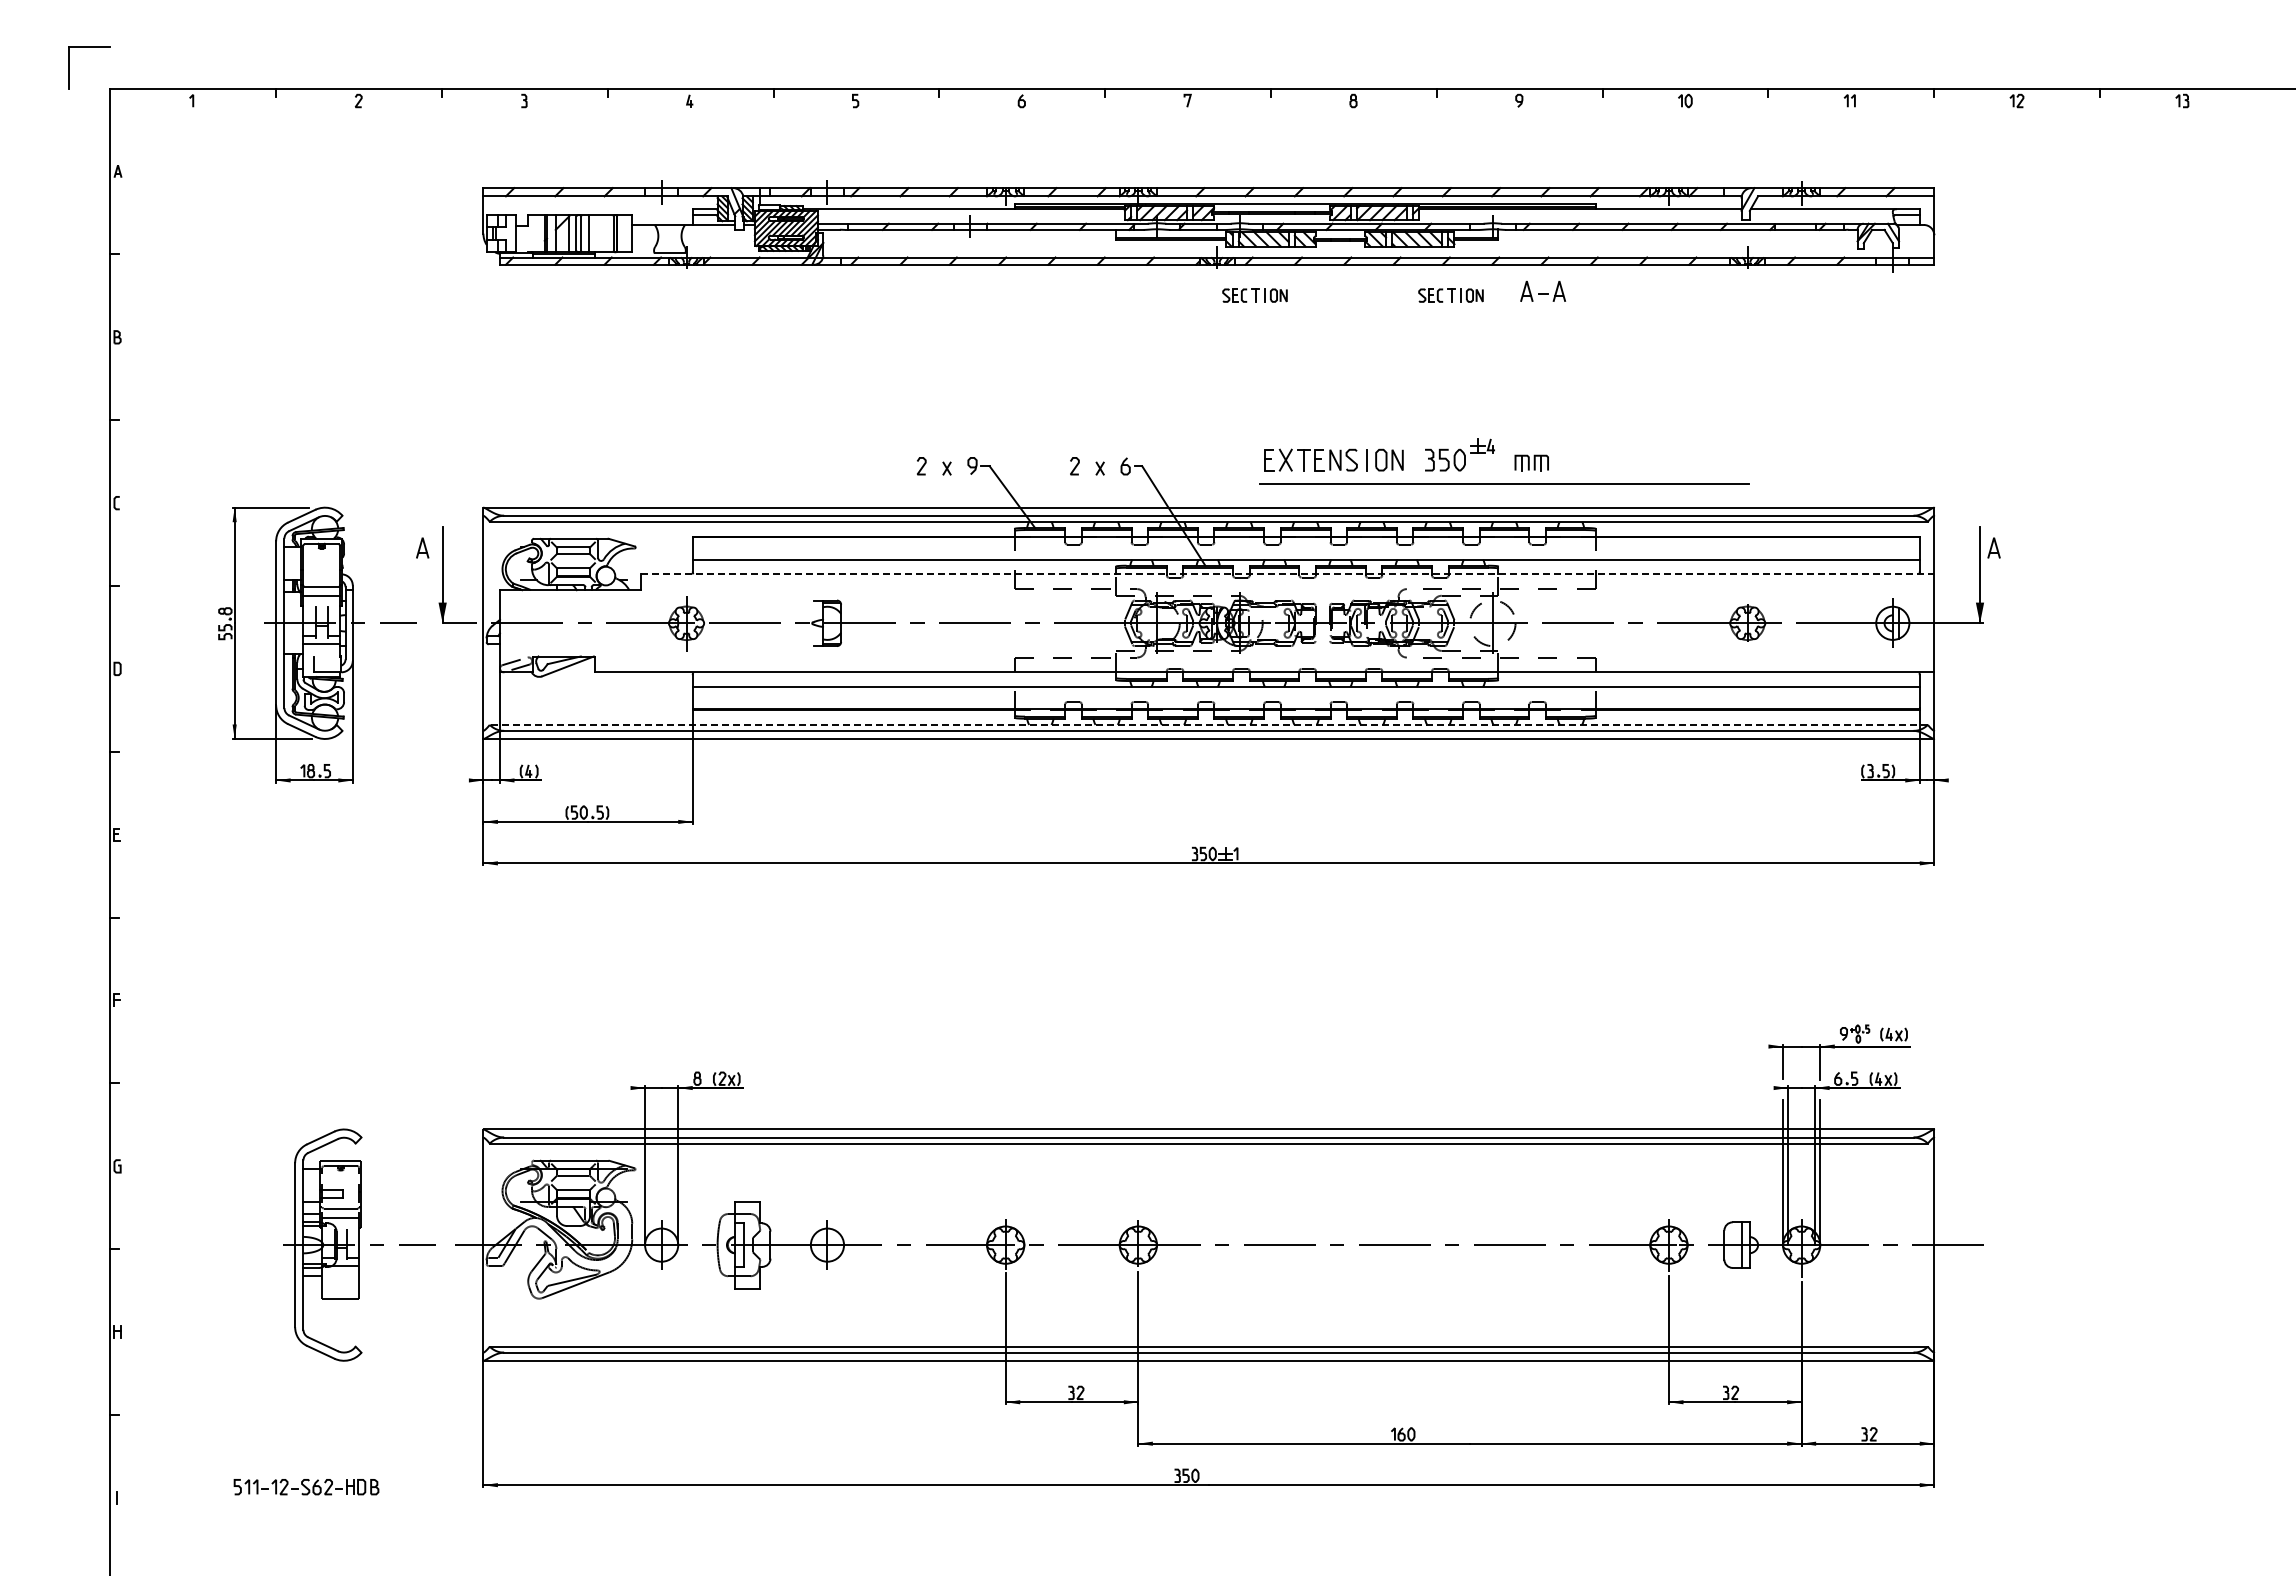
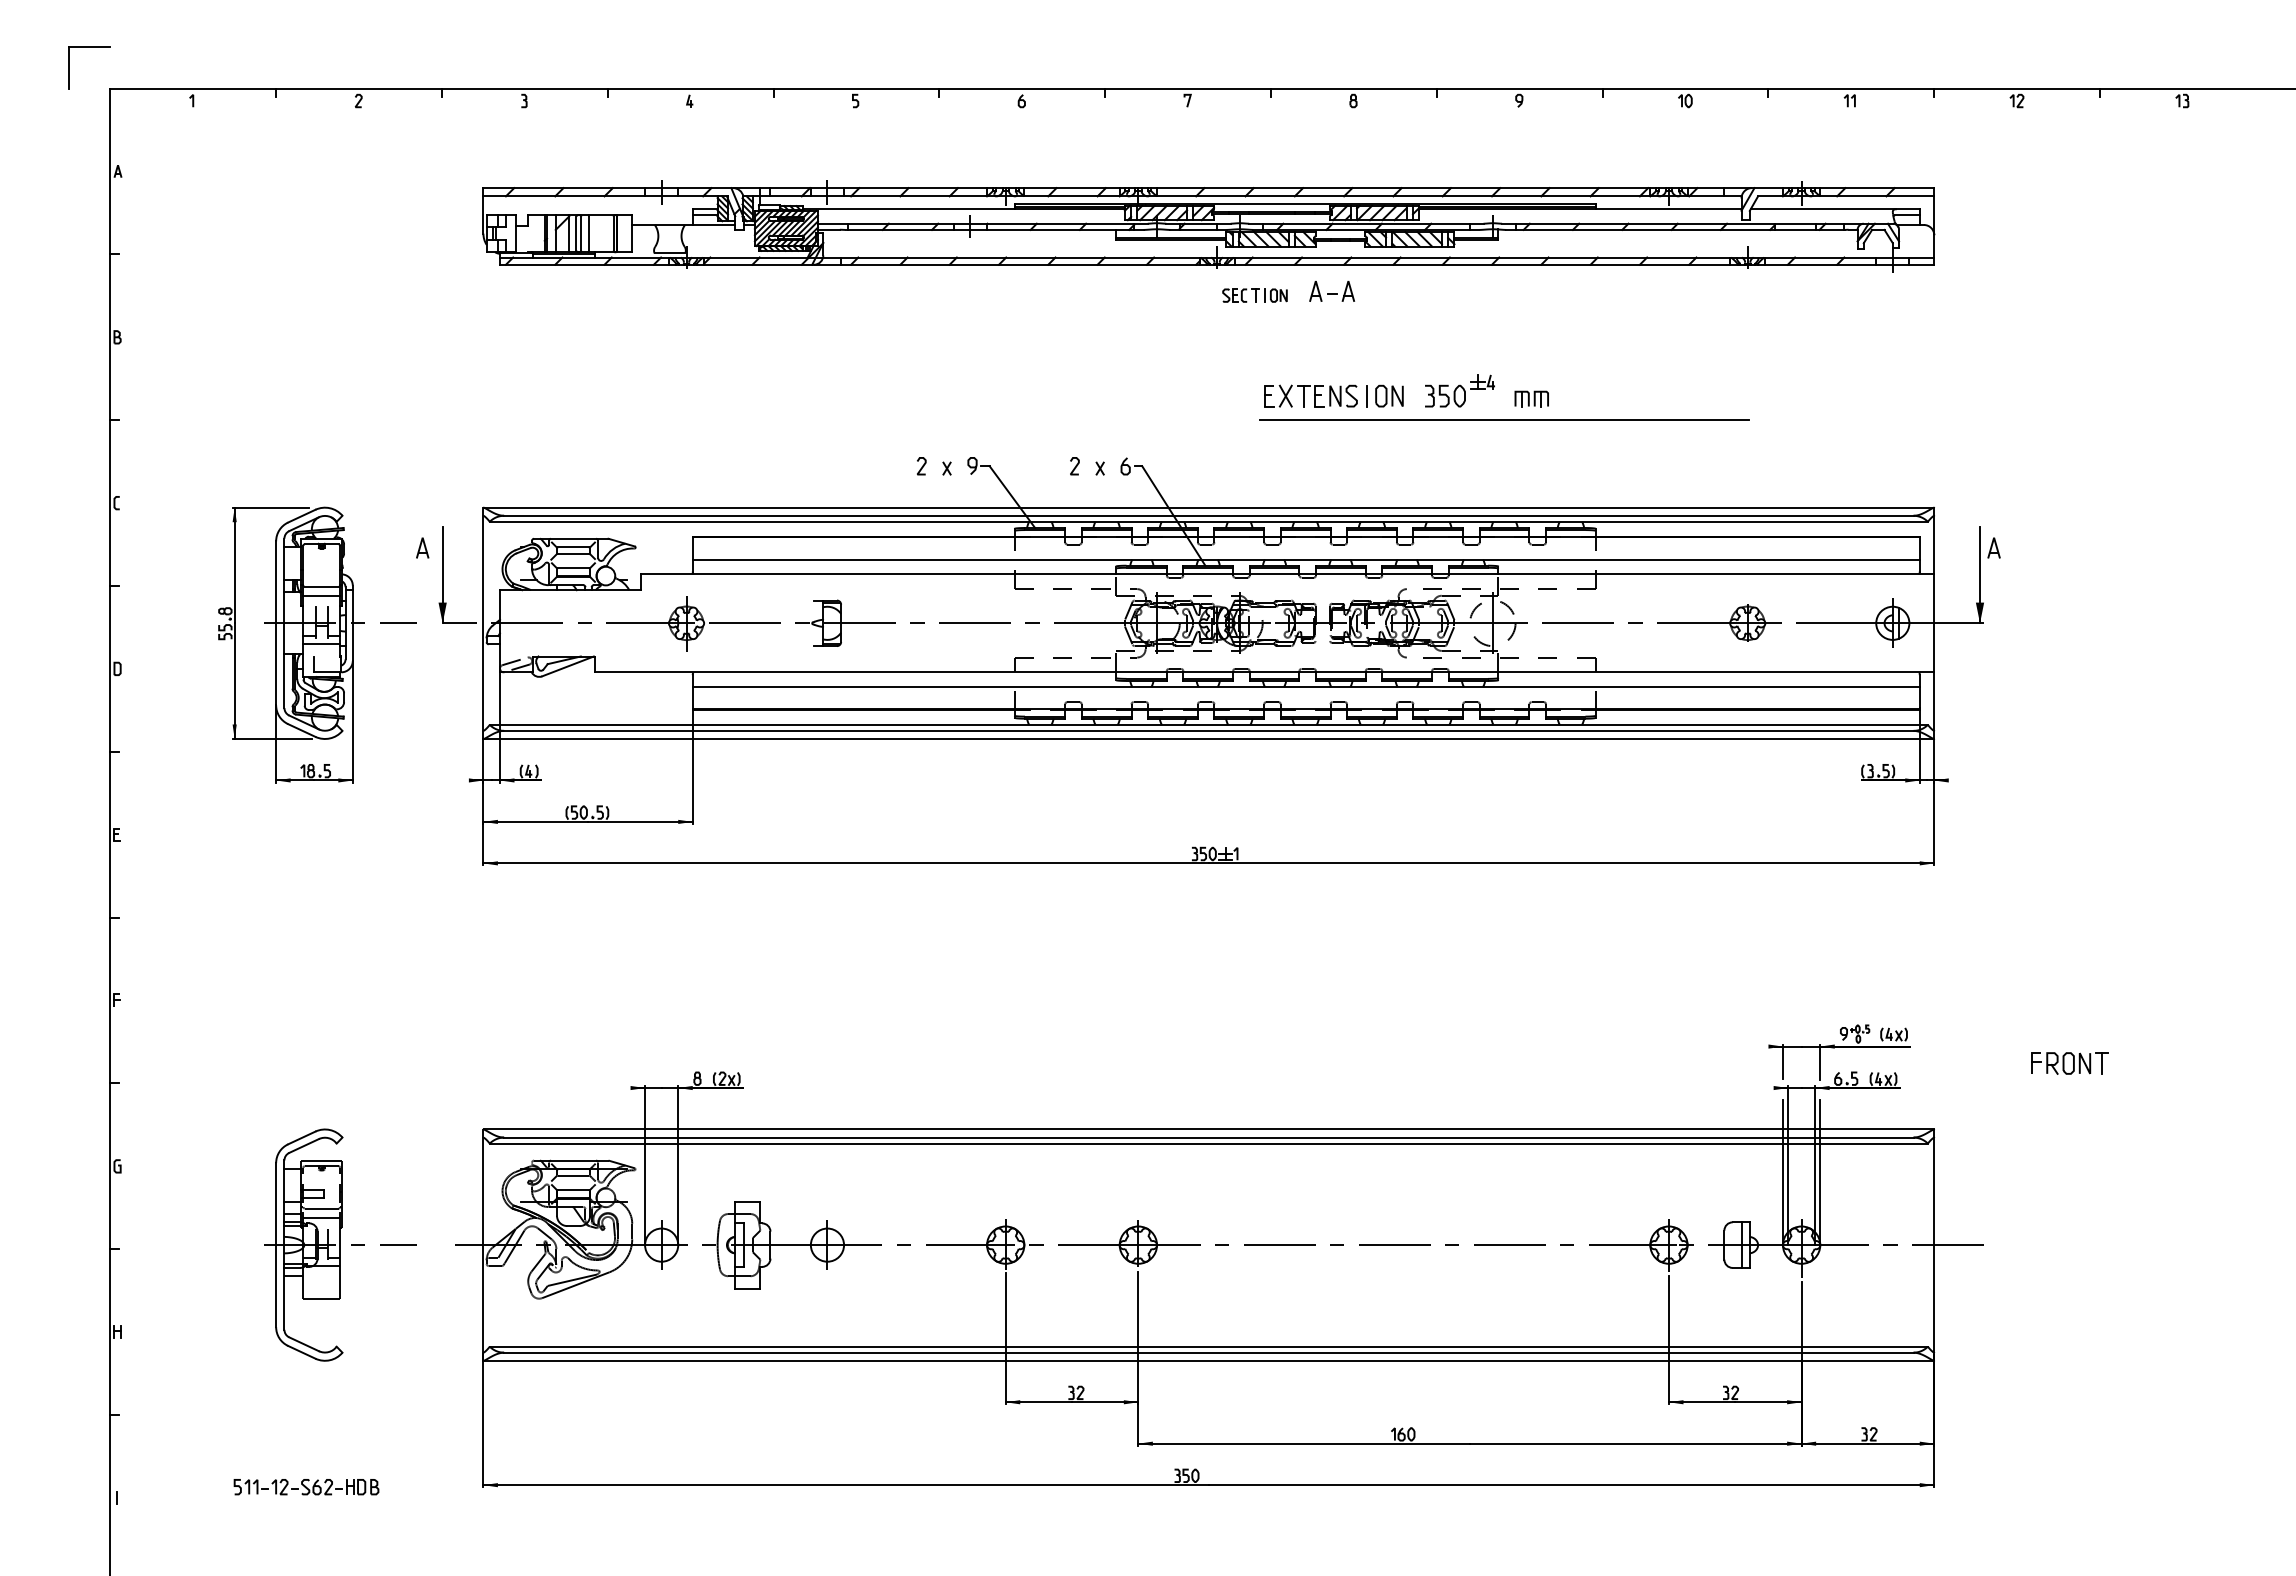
part at (1543, 290) position: (1543, 290) -> (1332, 290)
part at (1450, 295): present -> none
part at (1514, 461) position: (1514, 461) -> (1514, 397)
line at (1287, 574): dashed -> solid
line at (1208, 724): dashed -> solid
part at (2069, 1063): none -> present
part at (359, 1244) position: (359, 1244) -> (340, 1244)
